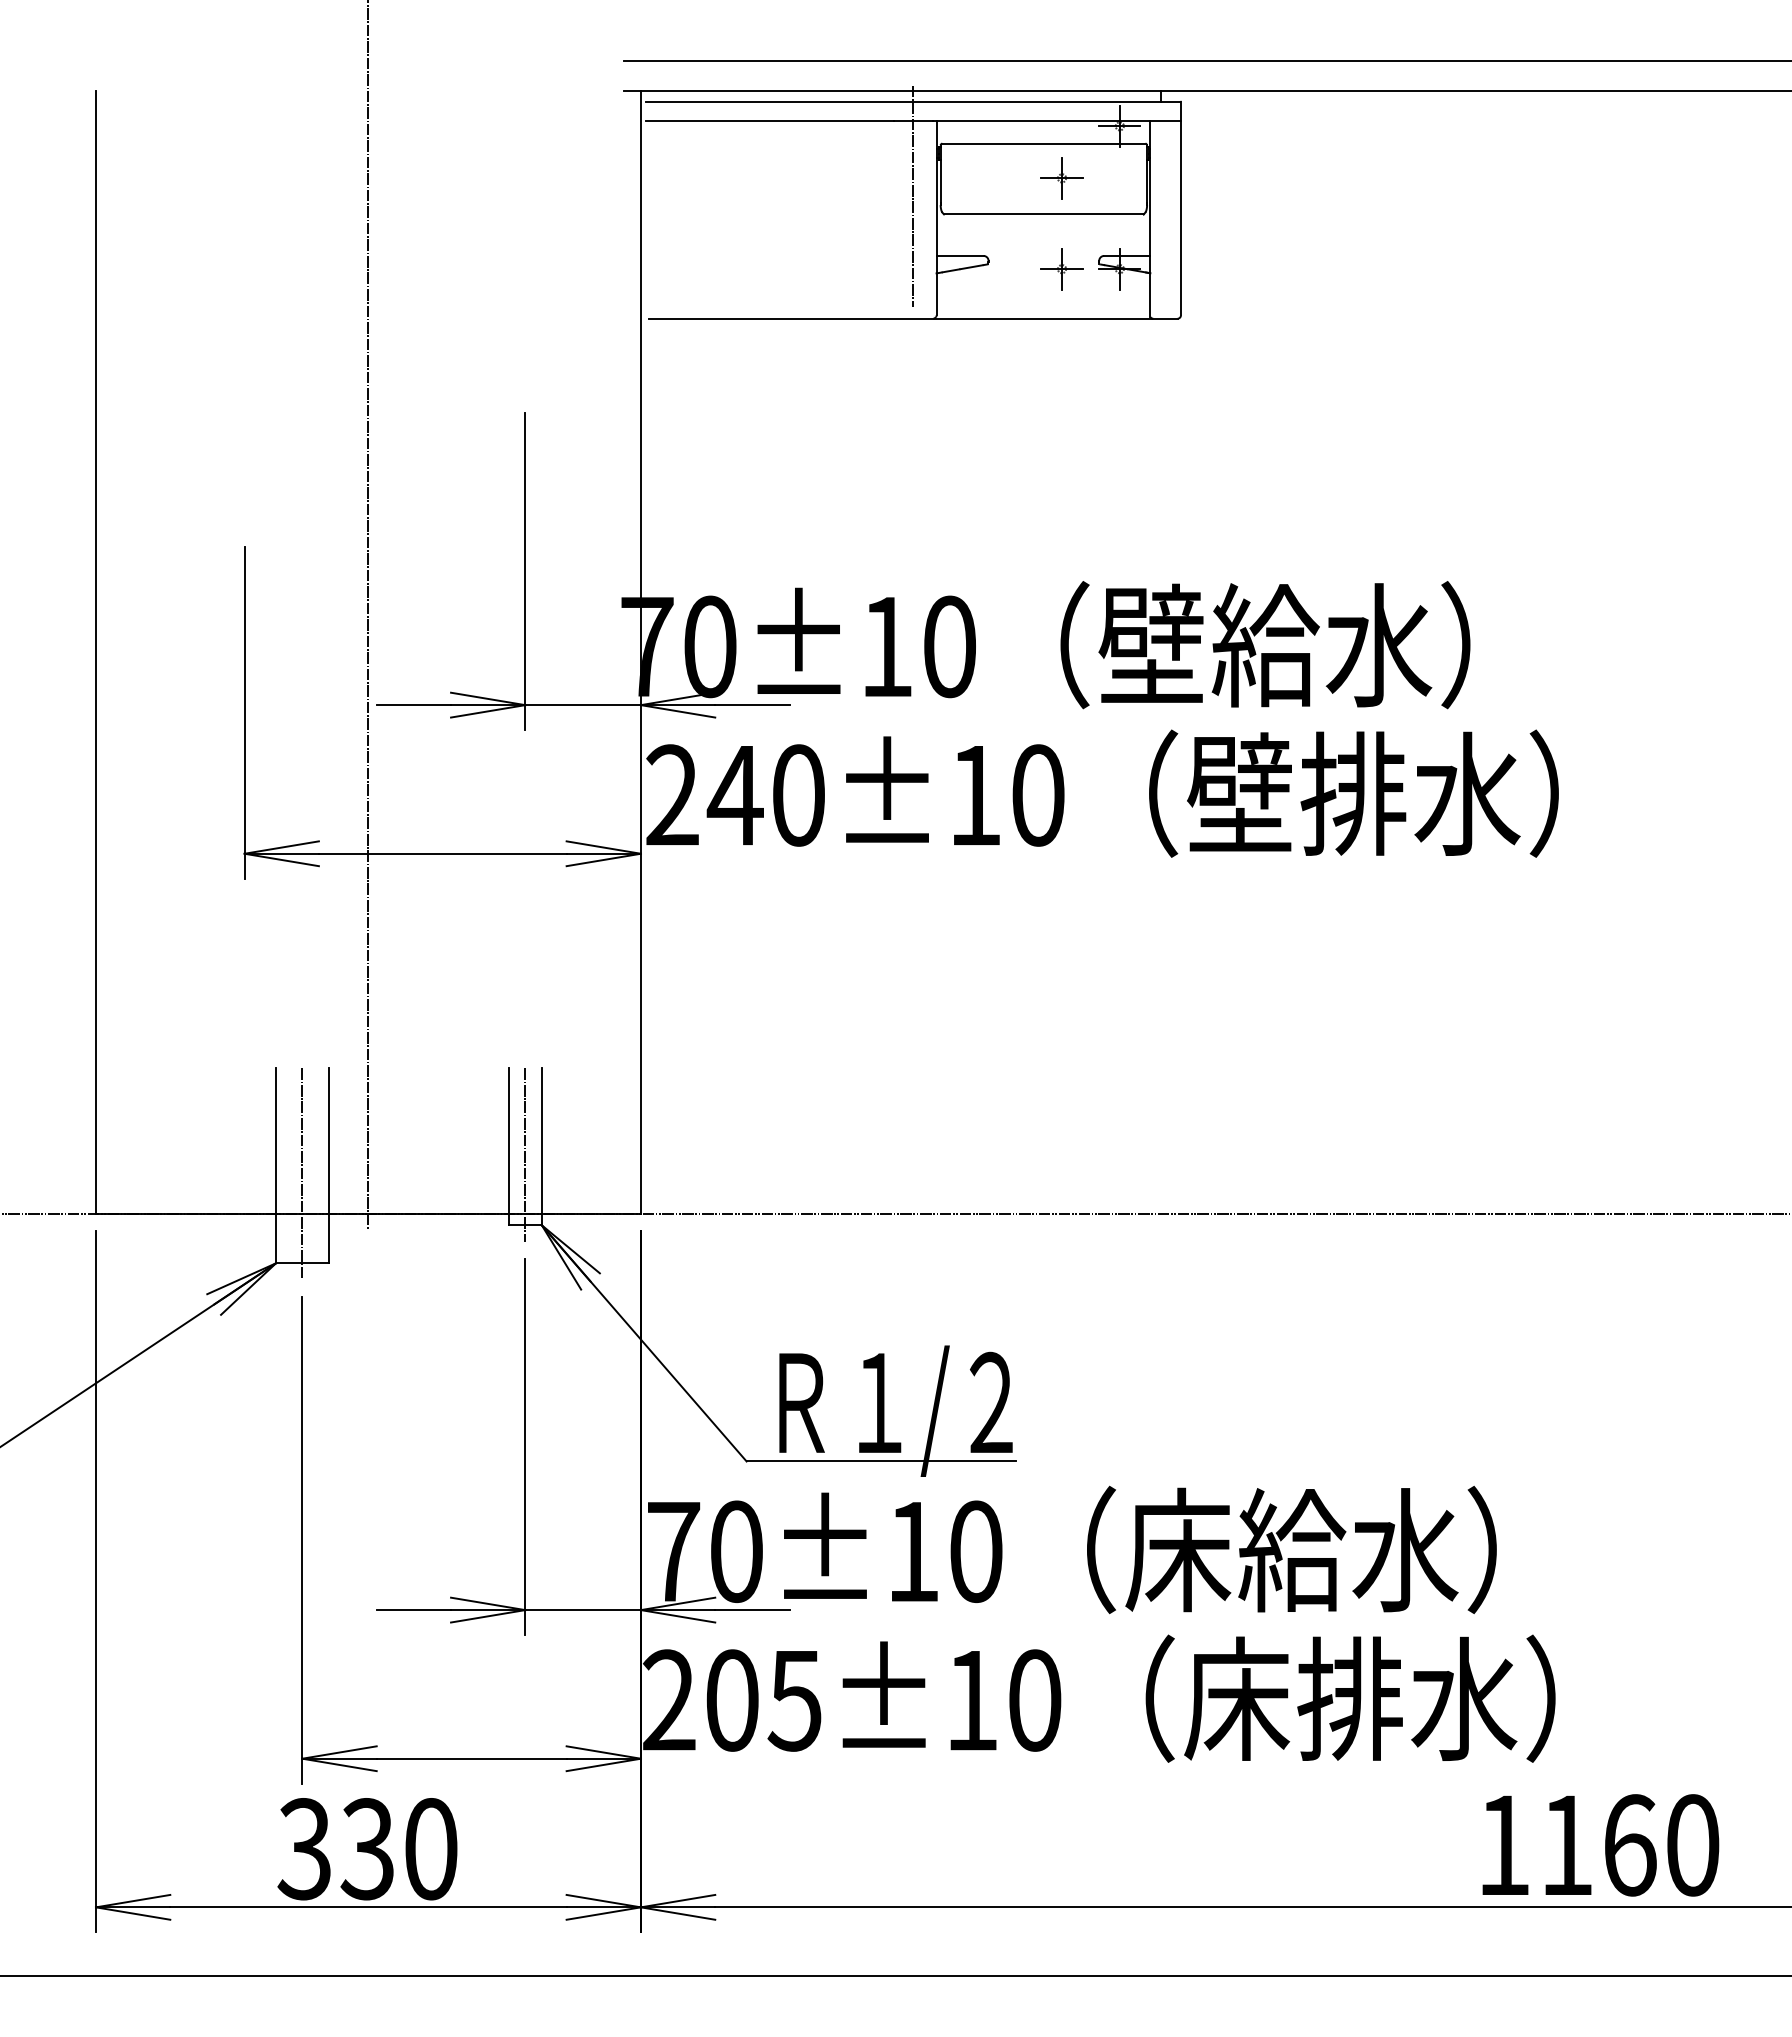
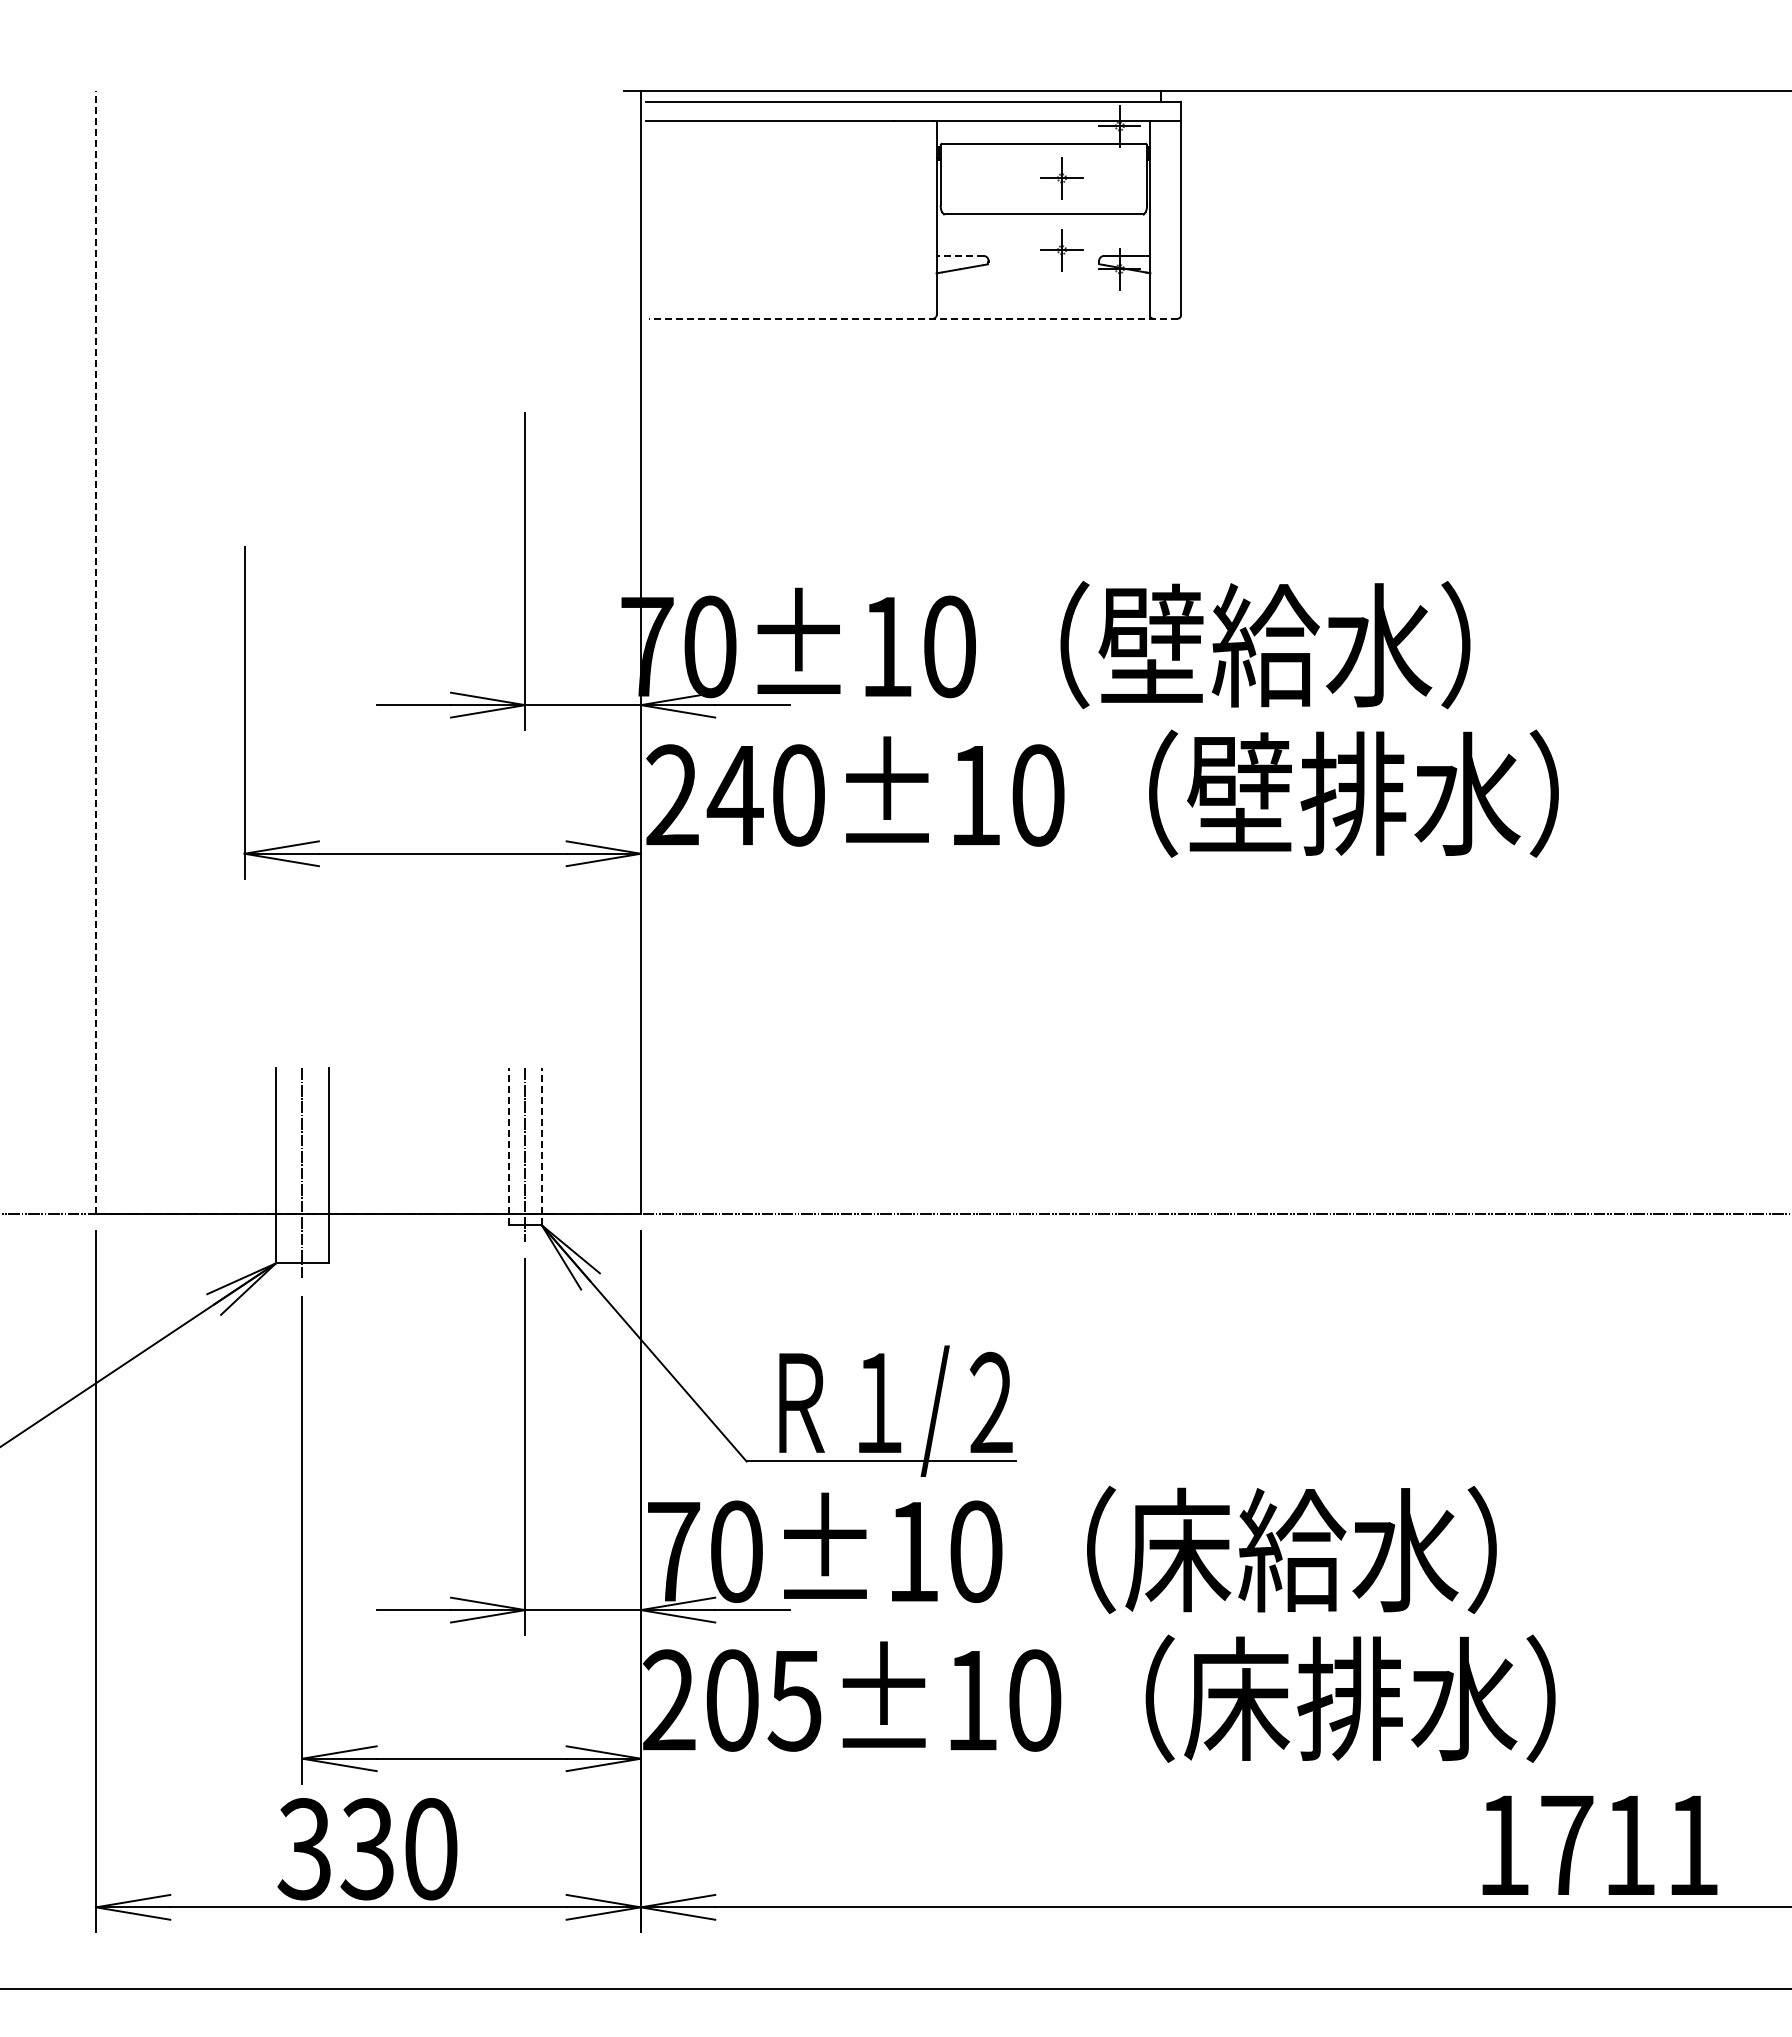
line at (1206, 61): present -> none
line at (913, 196): present -> none
line at (960, 255): solid -> dashed
part at (1061, 269) position: (1061, 269) -> (1061, 250)
line at (912, 318): solid -> dashed
line at (368, 616): present -> none
line at (95, 651): solid -> dashed
line at (508, 1146): solid -> dashed
line at (541, 1146): solid -> dashed
text at (1630, 1845): 1160 -> 1711
line at (895, 1975) position: (895, 1975) -> (895, 1988)
